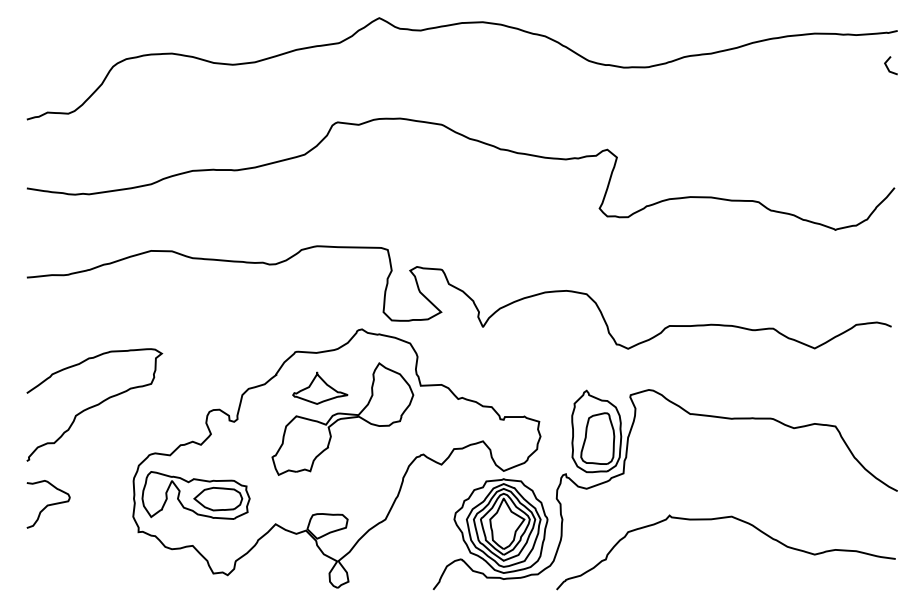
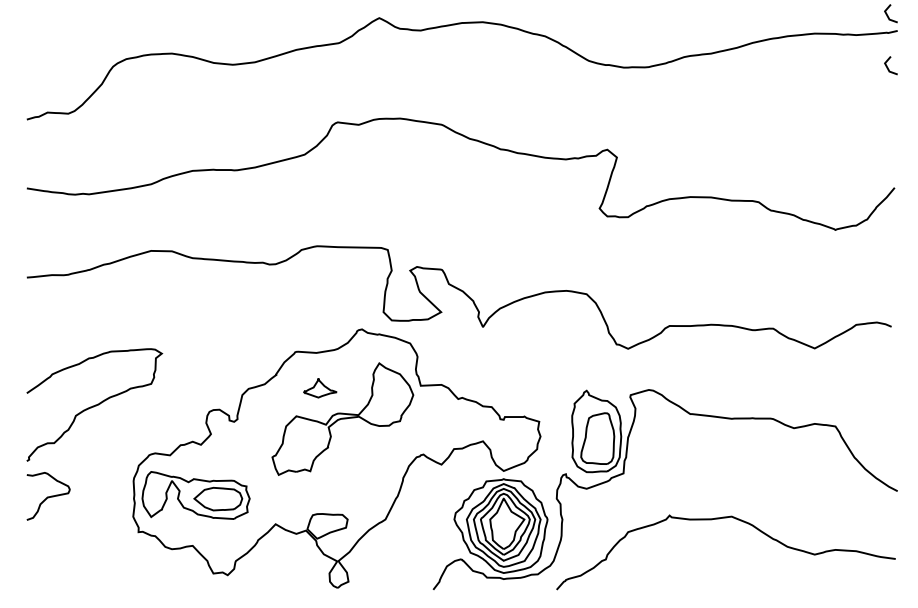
line at (888, 15): none -> present
part at (320, 387) size: 57x34 px -> 35x21 px
curve at (48, 504) position: (48, 504) -> (48, 496)
